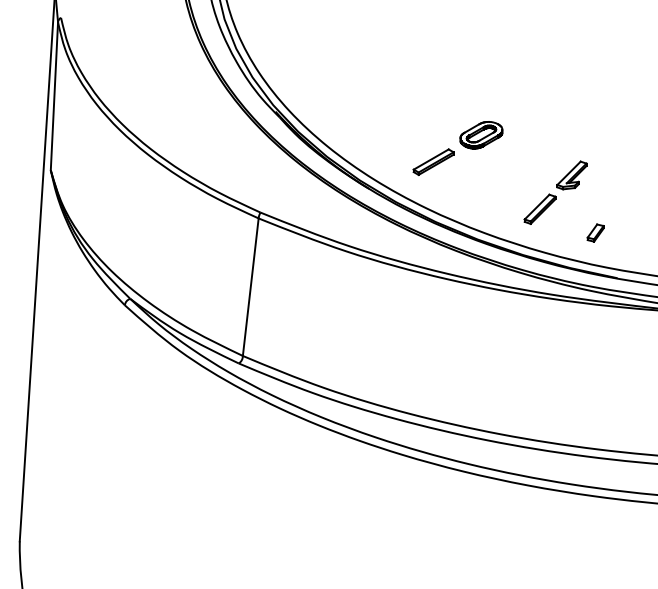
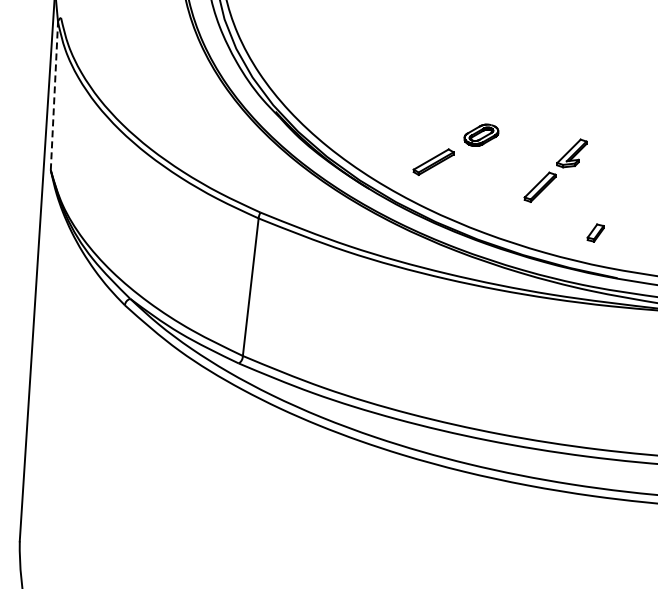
line at (54, 95): solid -> dashed
part at (481, 135) size: 45x29 px -> 37x24 px
part at (555, 192) position: (555, 192) -> (555, 170)
